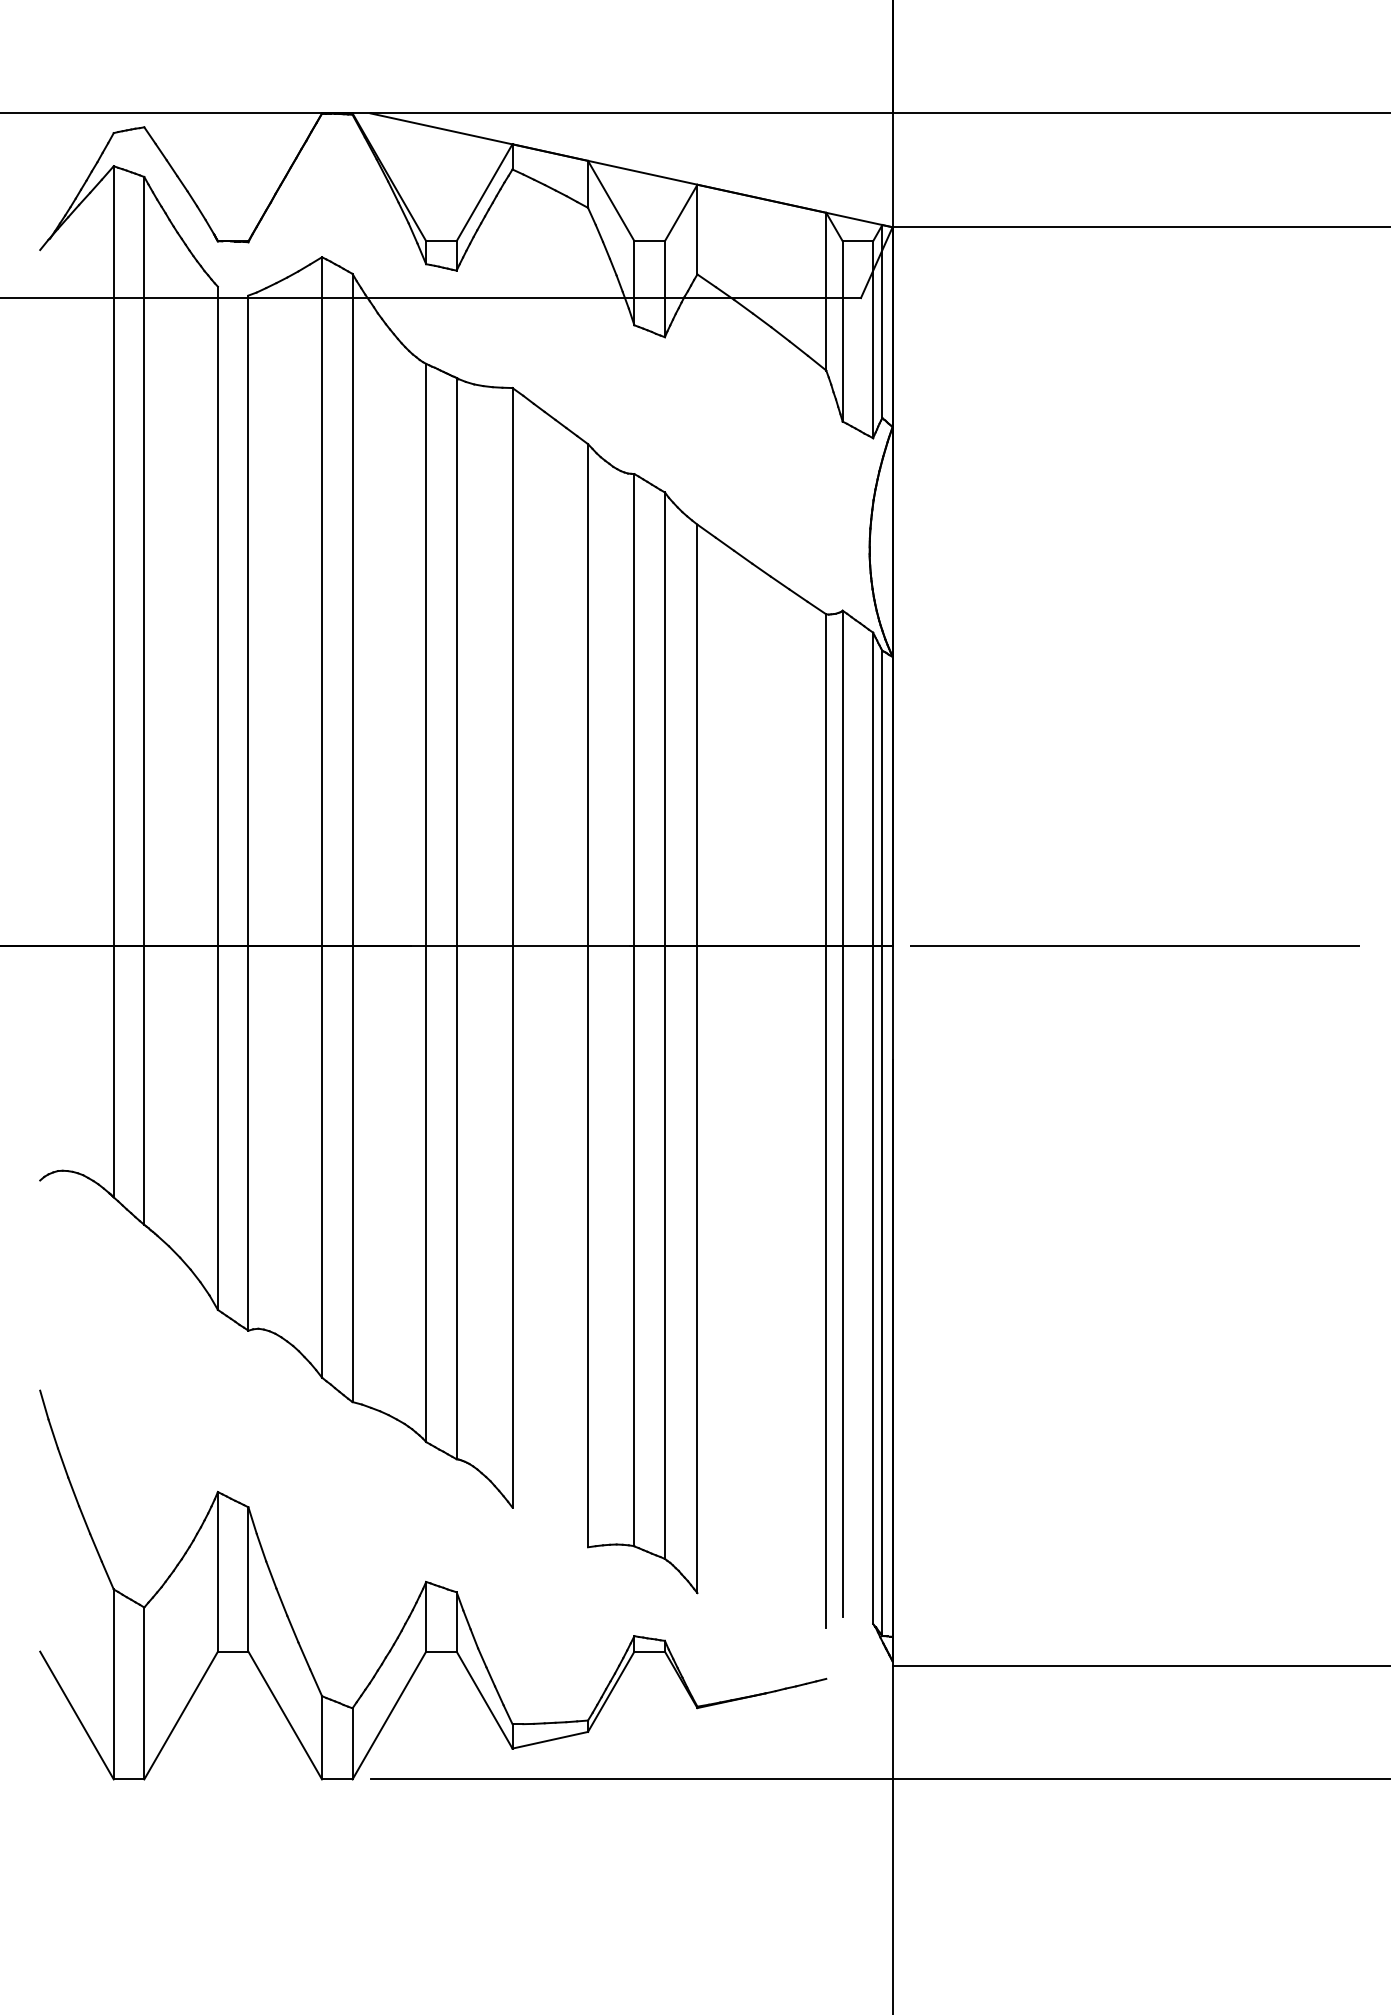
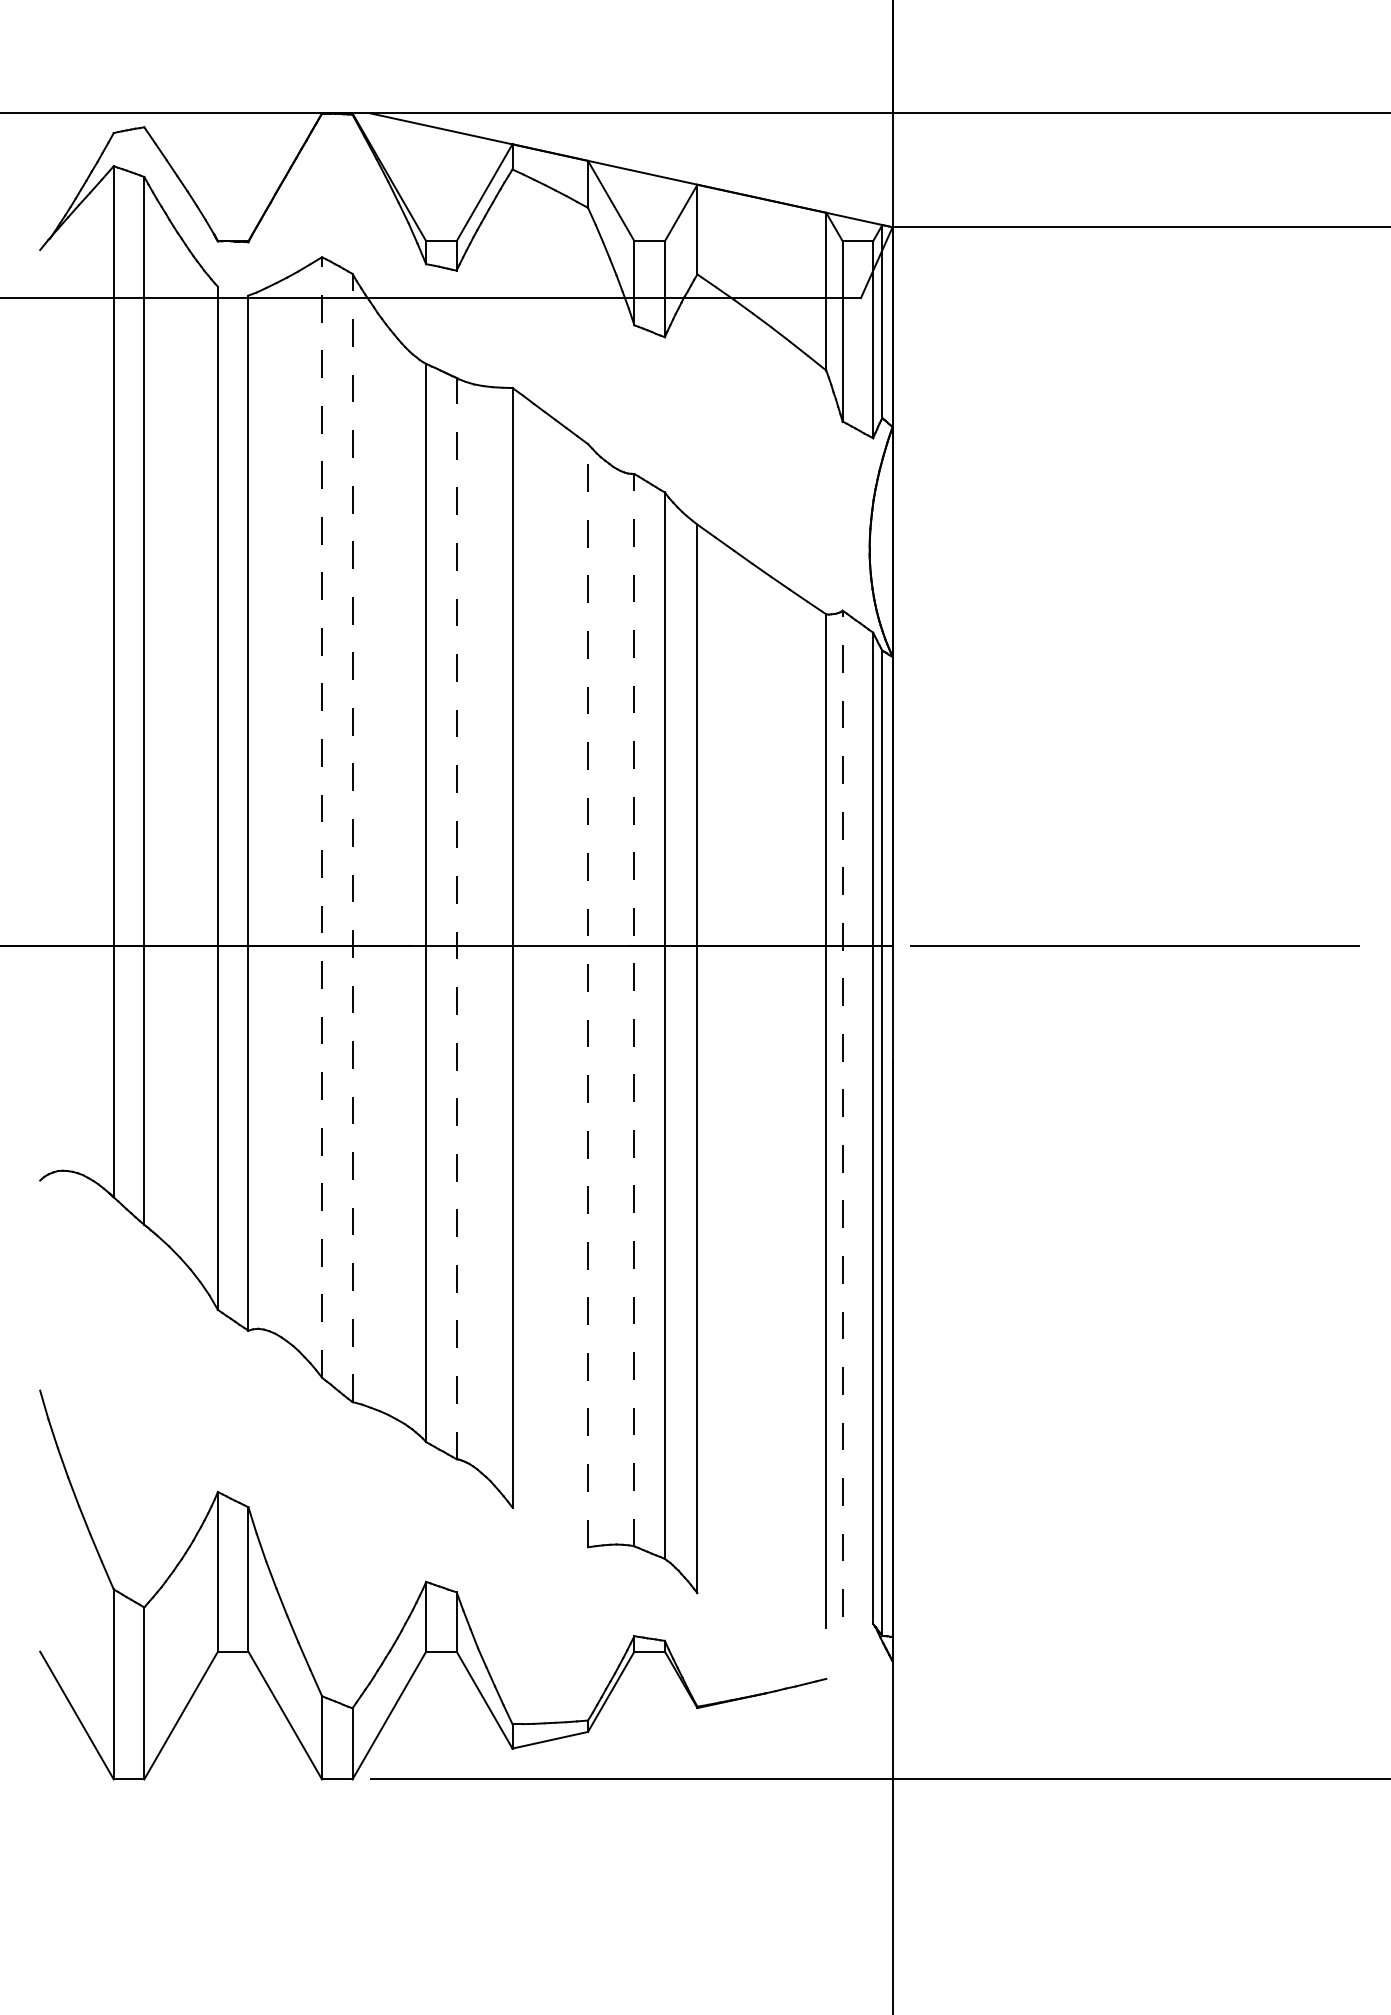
line at (322, 816): solid -> dashed
line at (352, 837): solid -> dashed
line at (456, 918): solid -> dashed
line at (588, 995): solid -> dashed
line at (634, 1009): solid -> dashed
line at (842, 1113): solid -> dashed
line at (1139, 1665): present -> none
